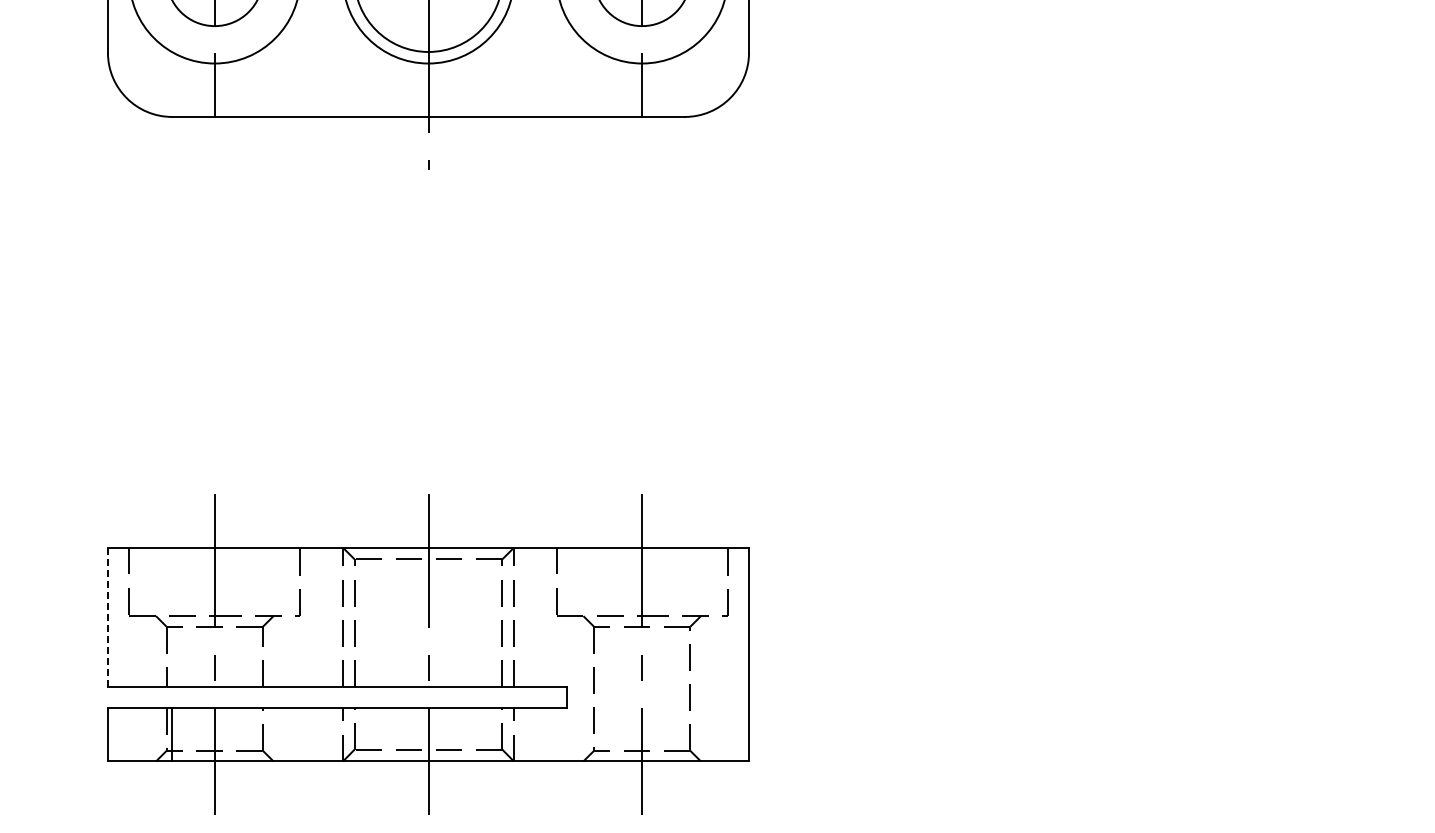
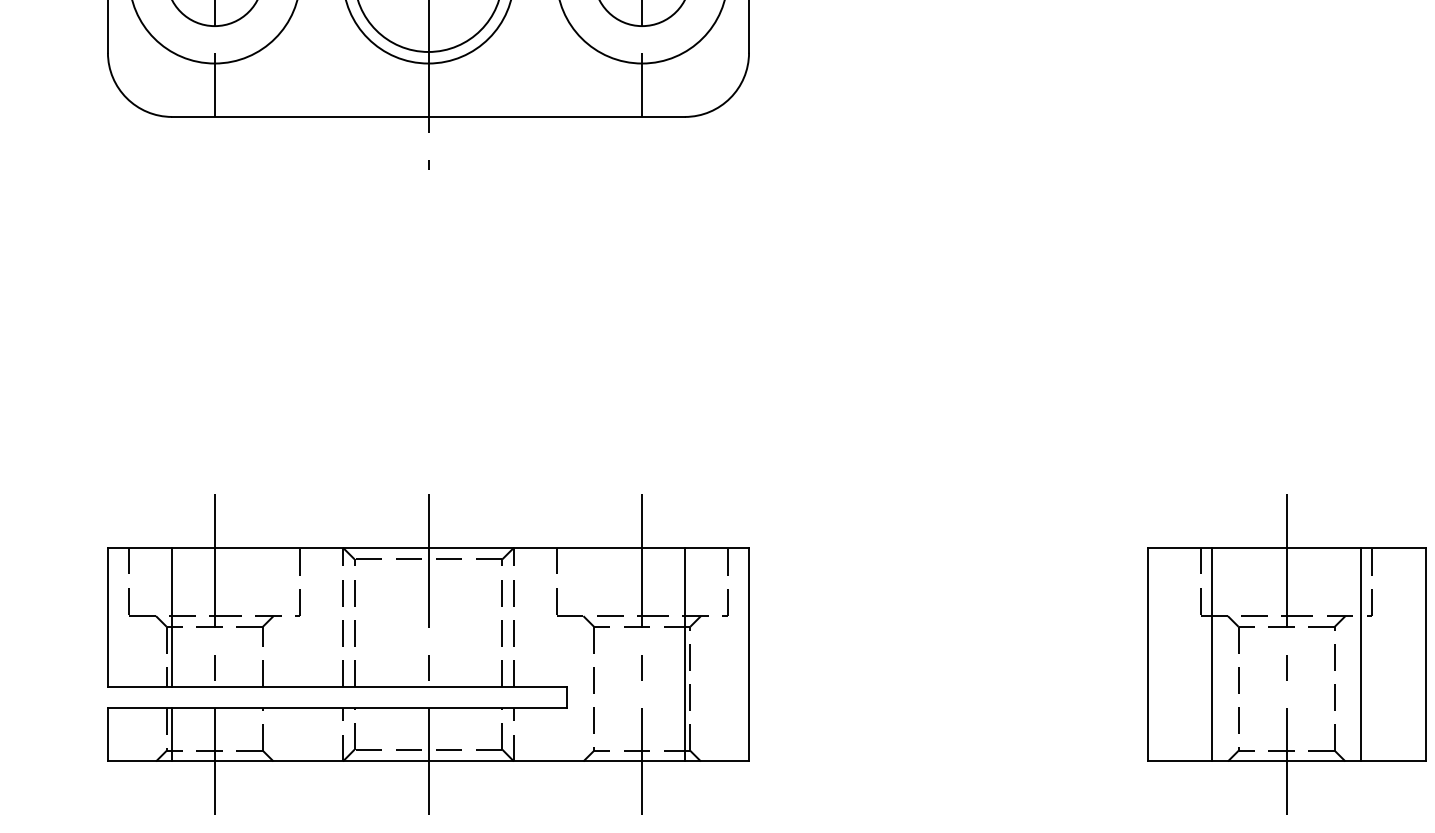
line at (172, 616): none -> present
line at (107, 617): dashed -> solid
line at (684, 654): none -> present
part at (1286, 654): none -> present
